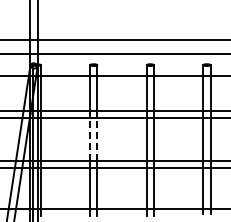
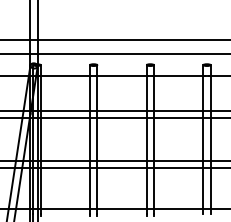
line at (90, 138): dashed -> solid
line at (97, 138): dashed -> solid
